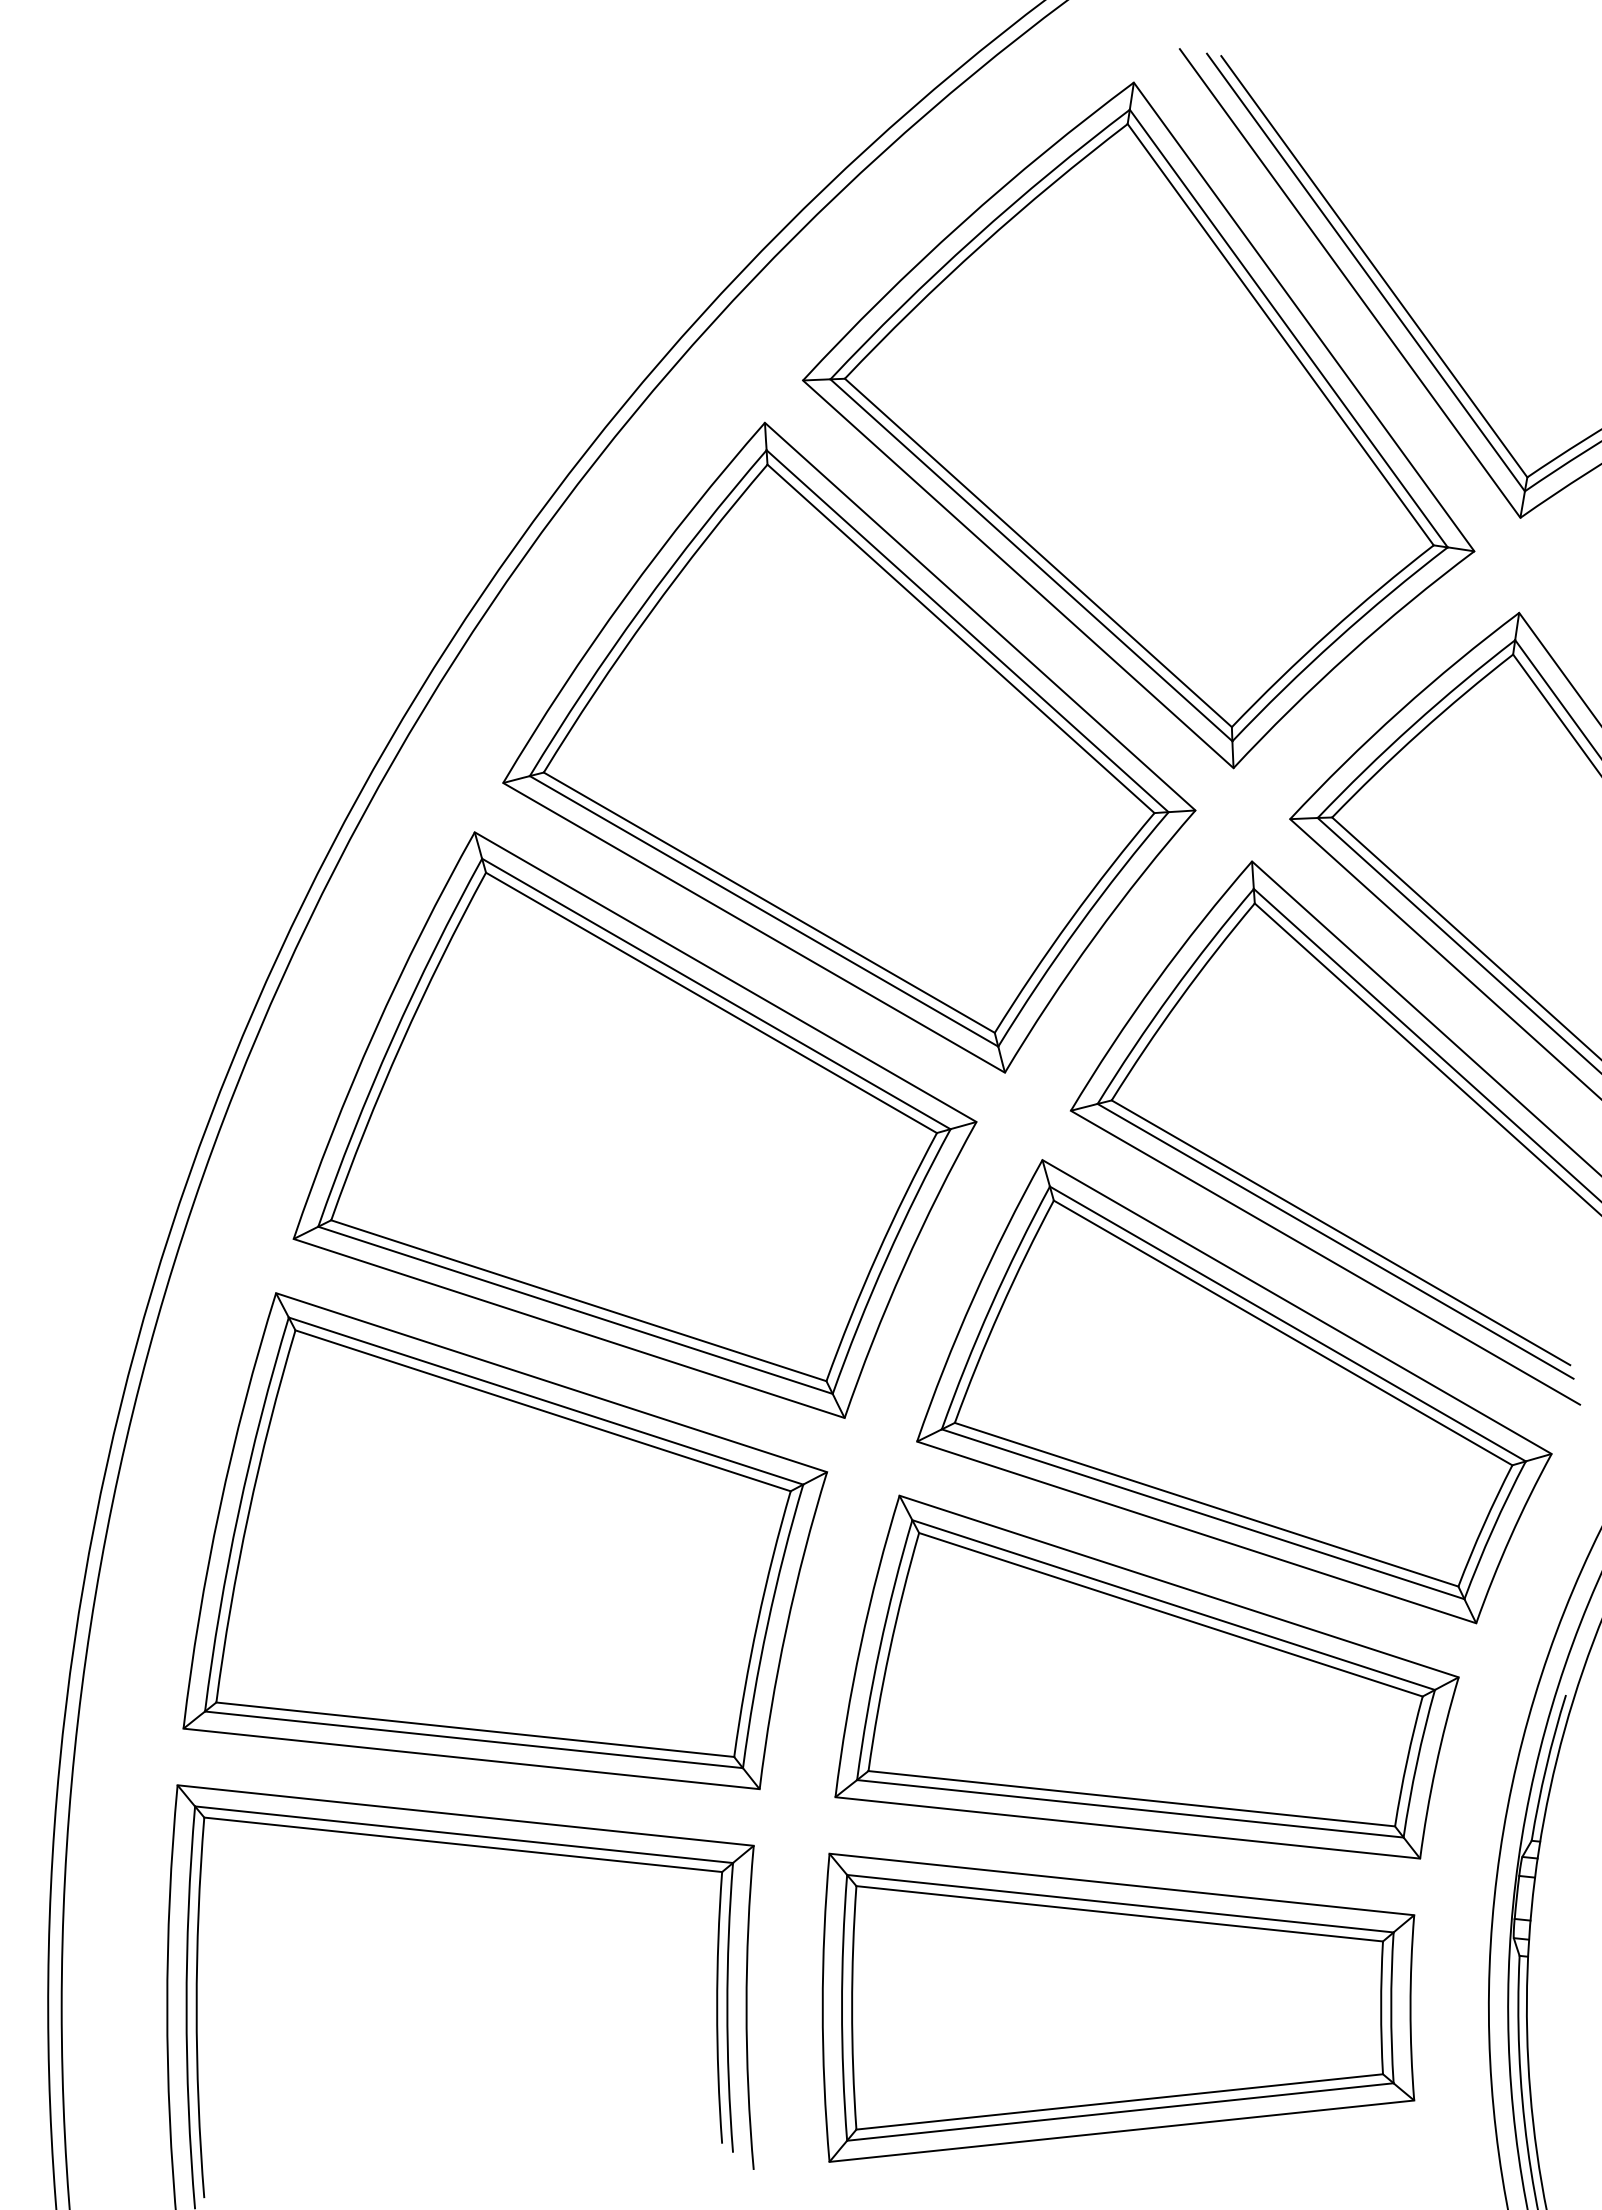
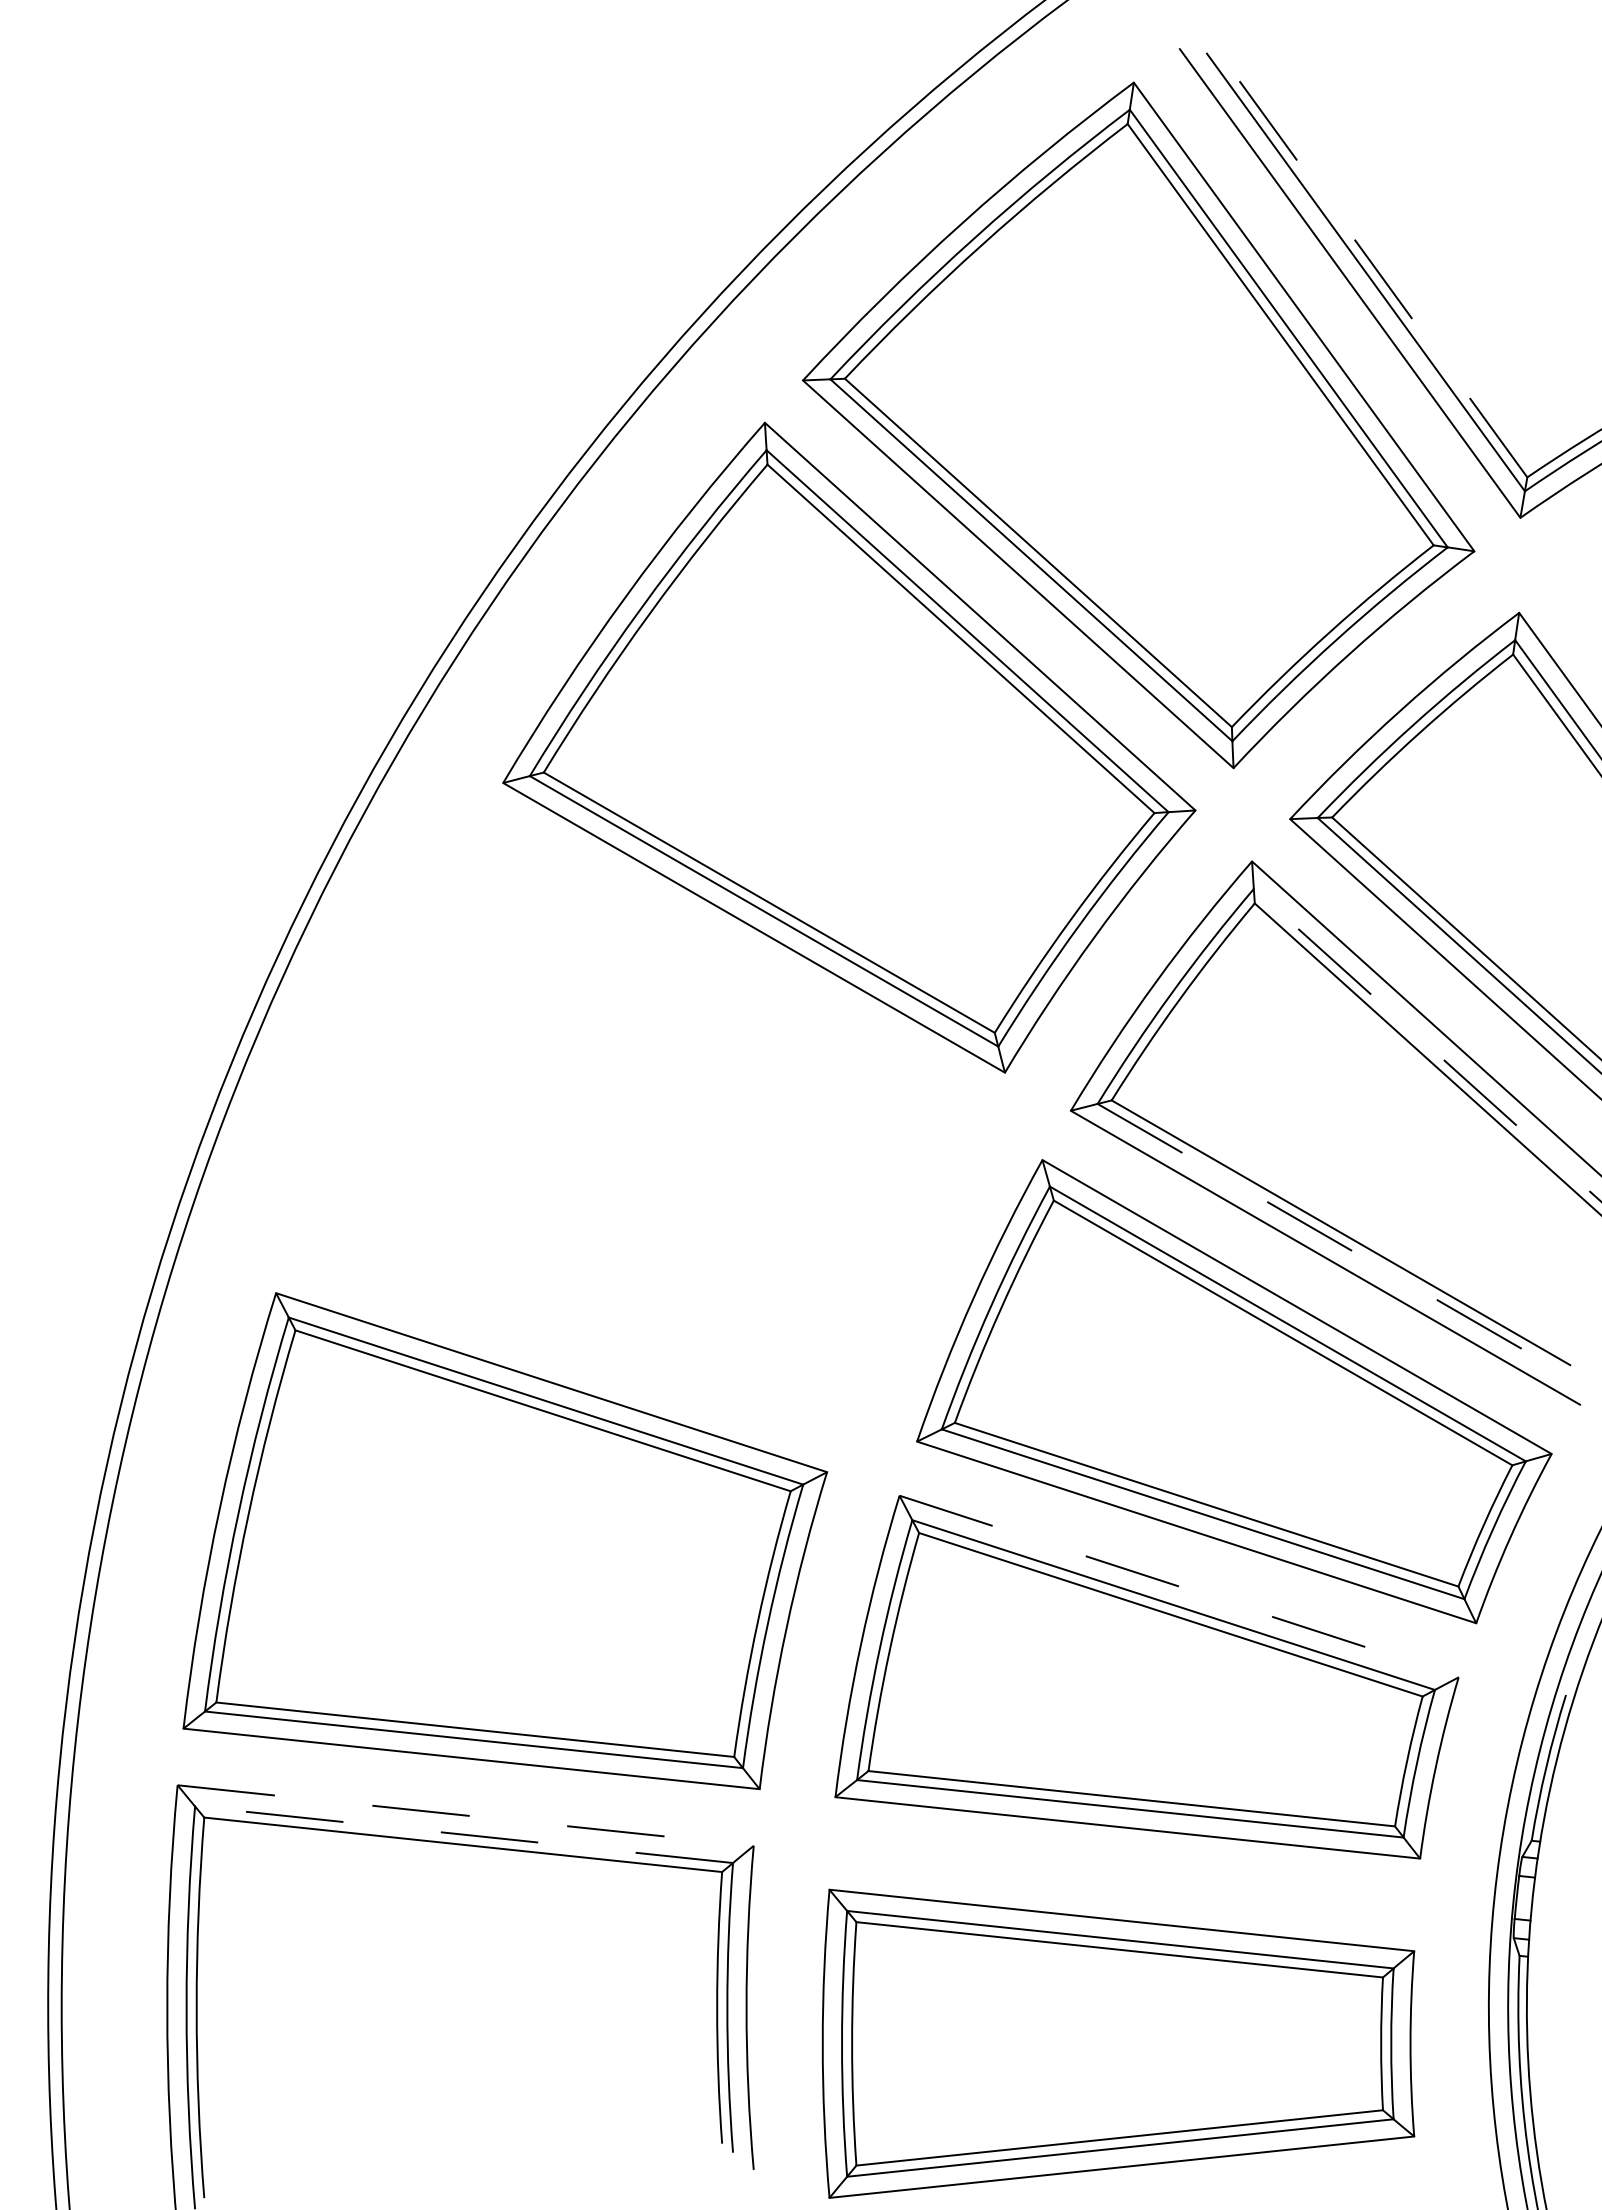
line at (1374, 266): solid -> dashed
line at (1427, 1045): solid -> dashed
part at (634, 1124): present -> none
line at (1335, 1241): solid -> dashed
line at (1179, 1586): solid -> dashed
line at (465, 1815): solid -> dashed
line at (463, 1834): solid -> dashed
part at (1118, 2007) position: (1118, 2007) -> (1118, 2043)
